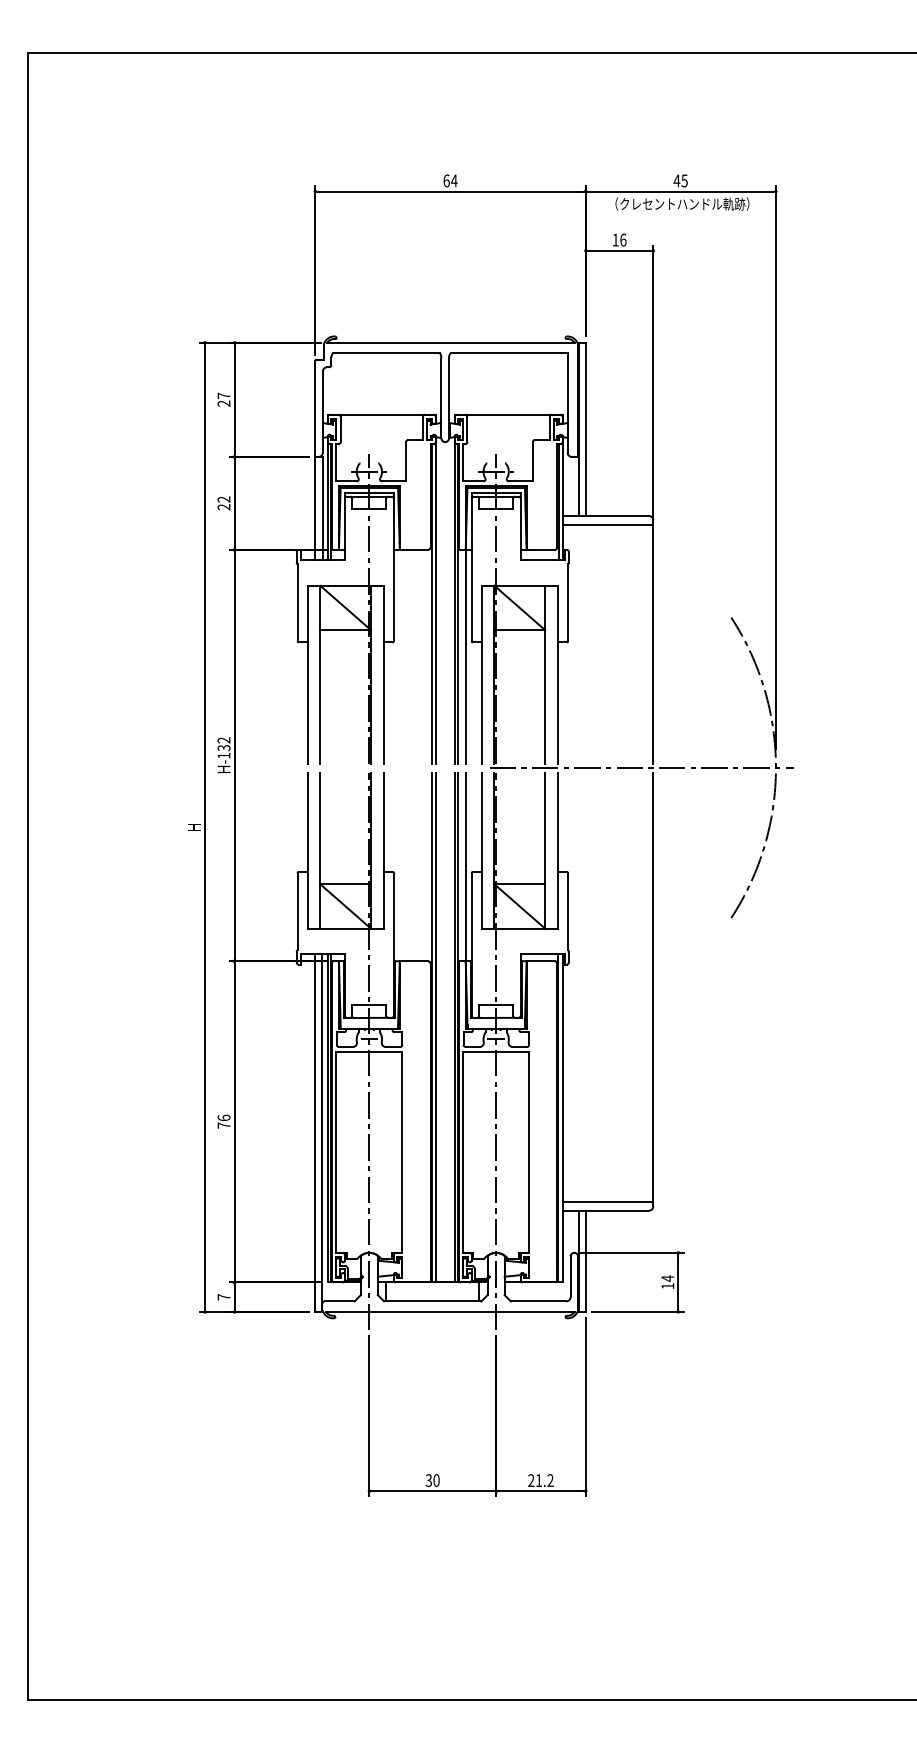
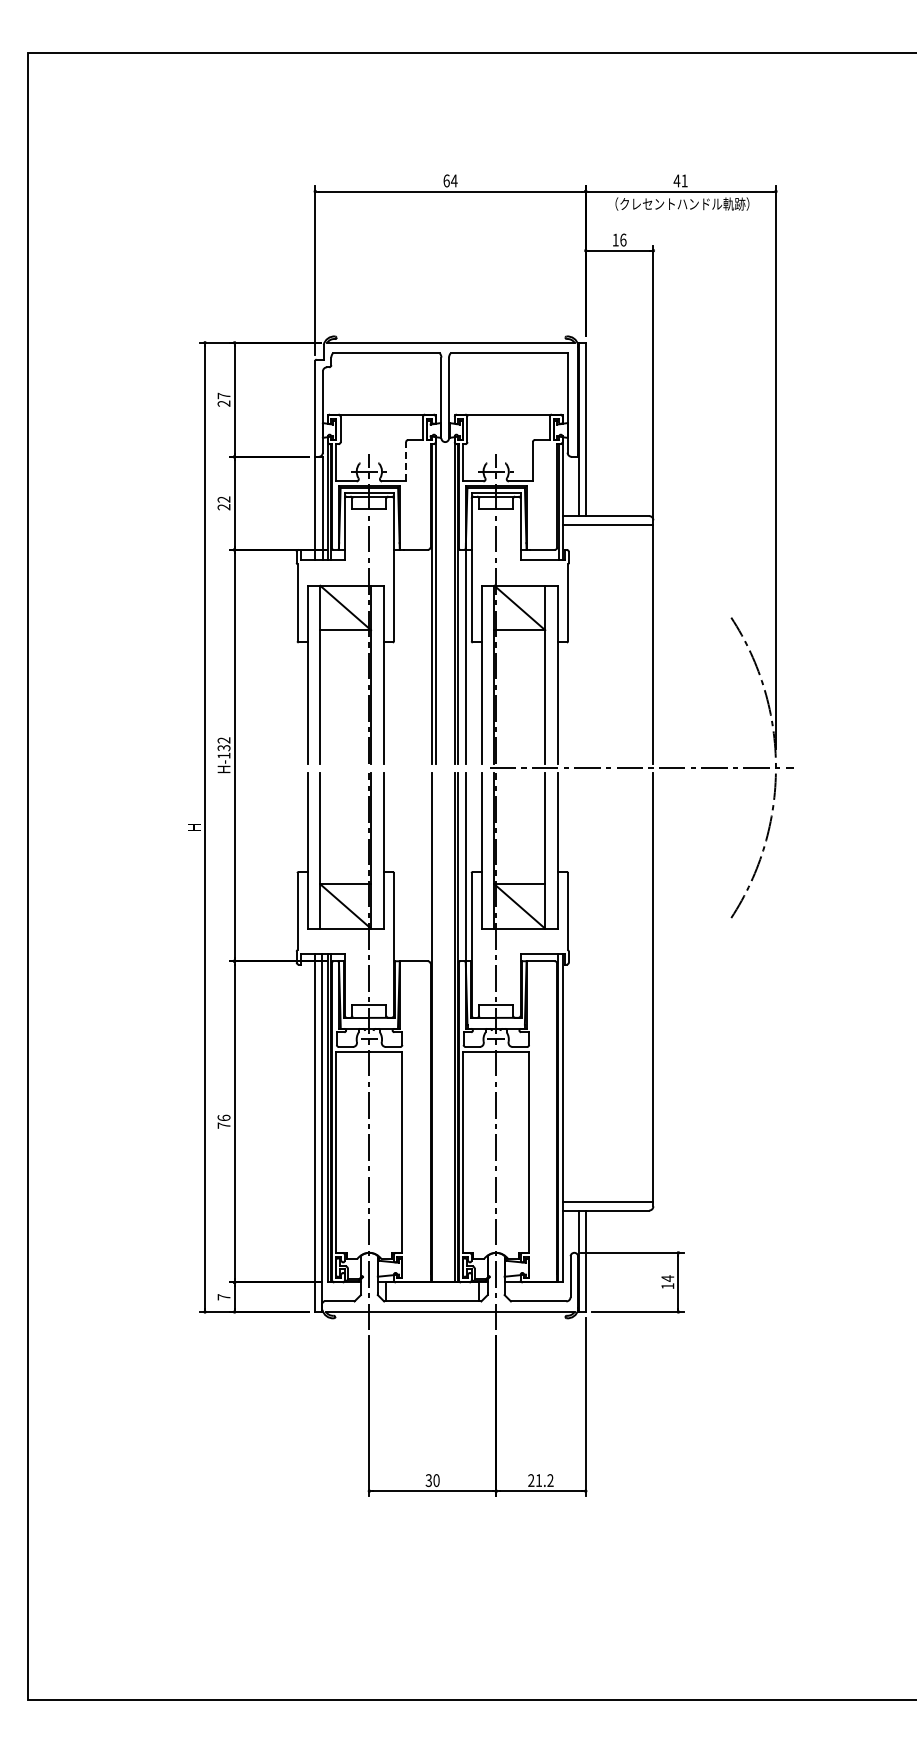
text at (684, 180): 45 -> 41
line at (406, 461): solid -> dashed
line at (435, 1027): present -> none
